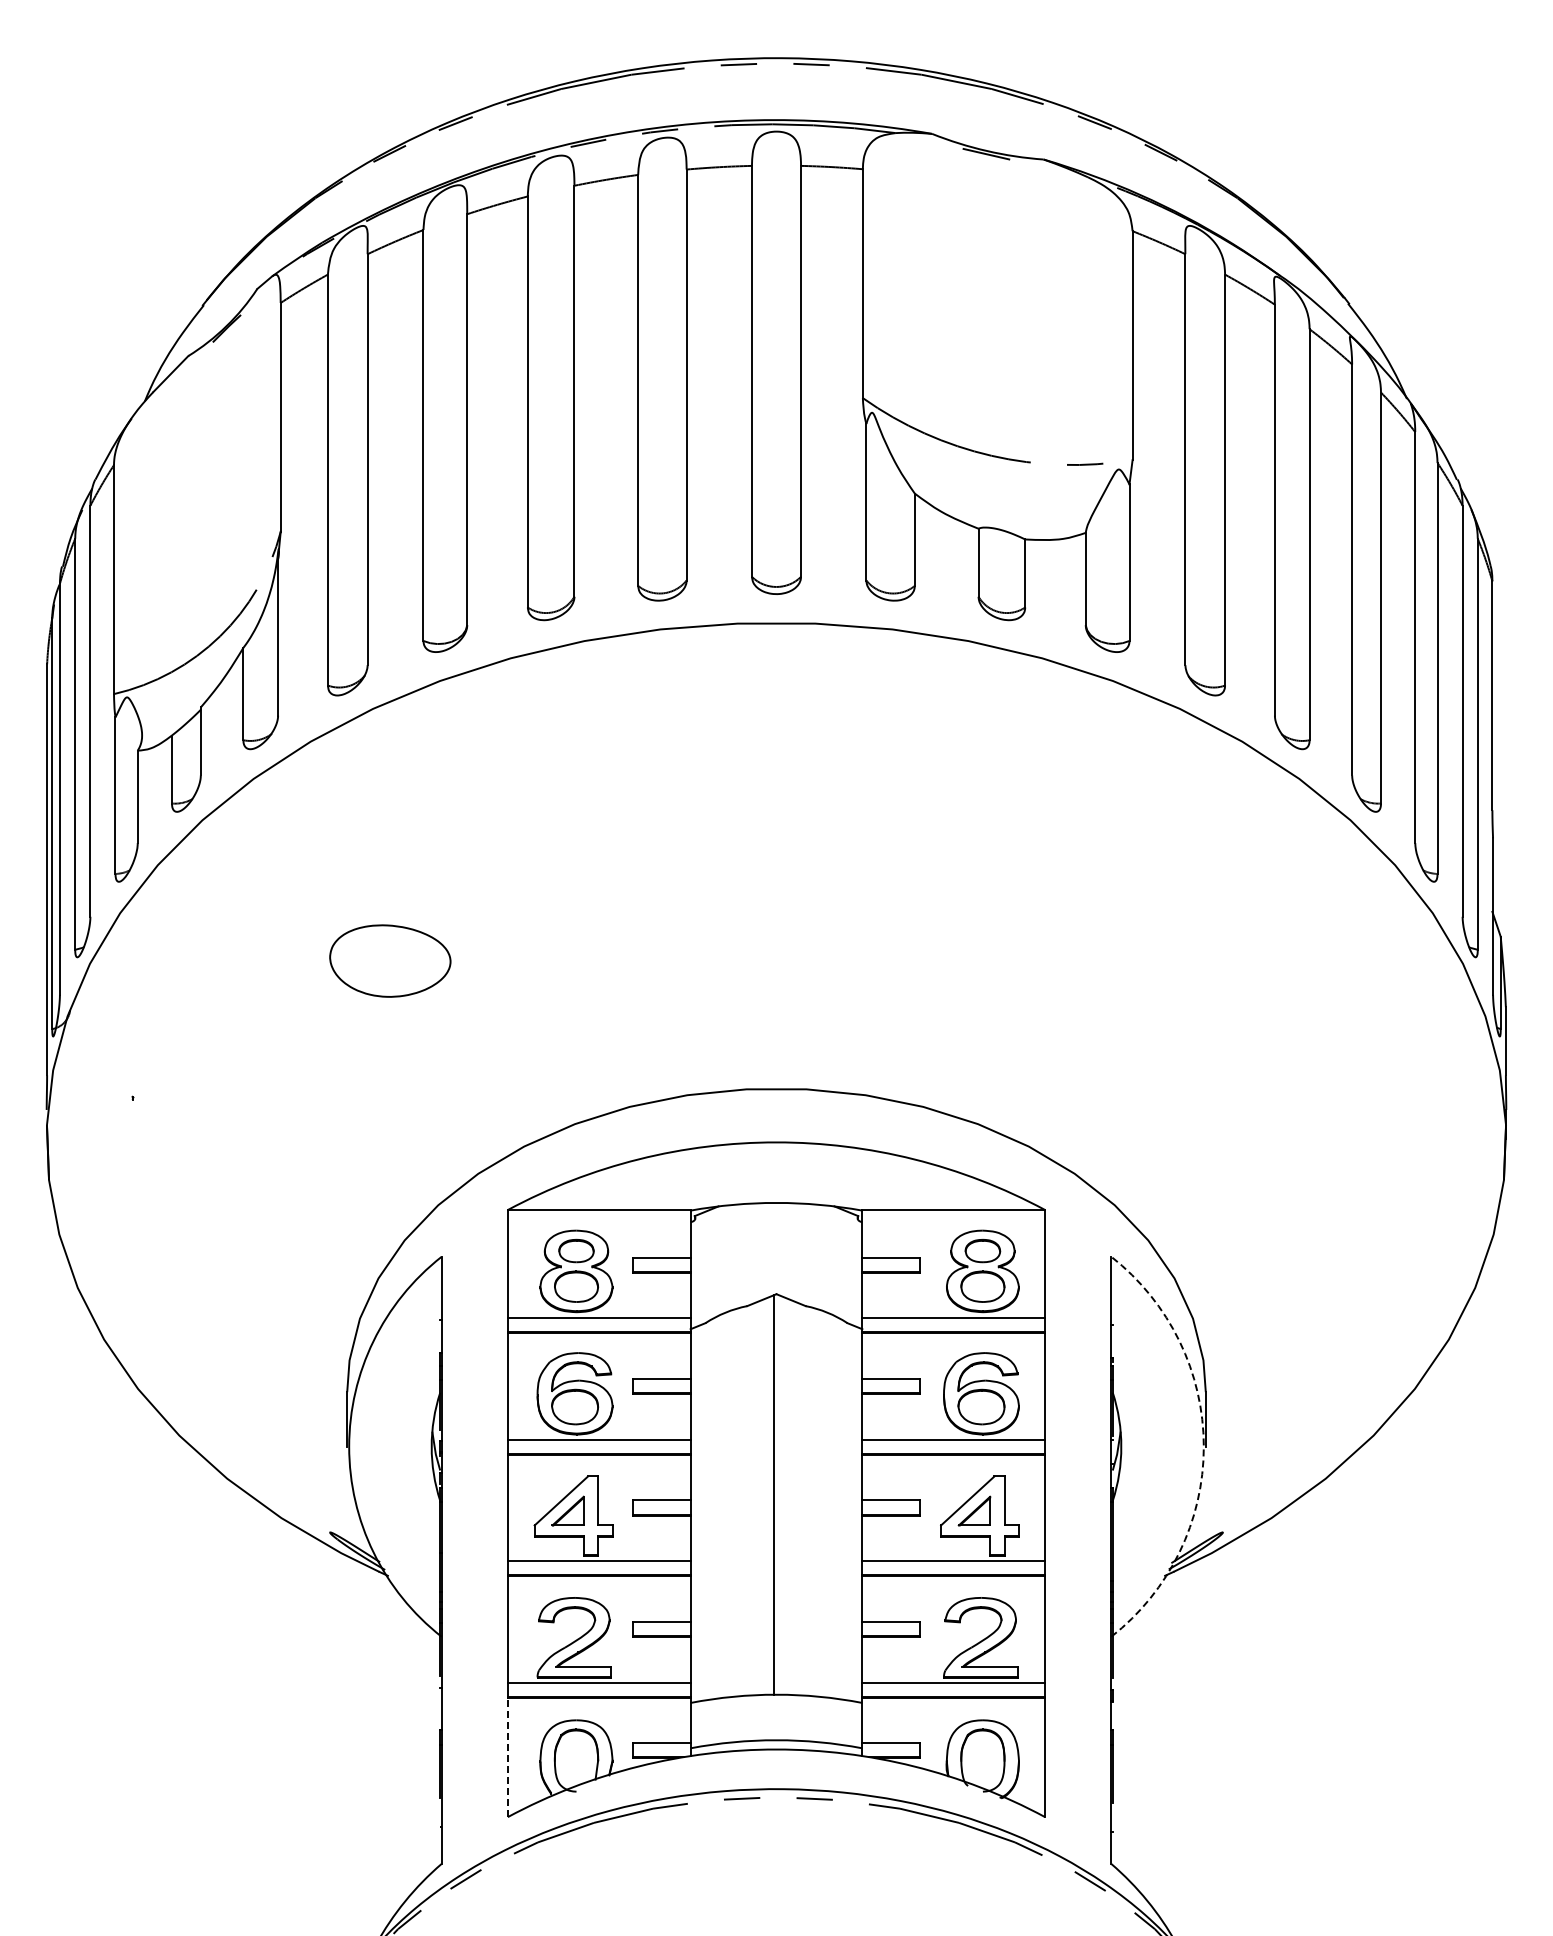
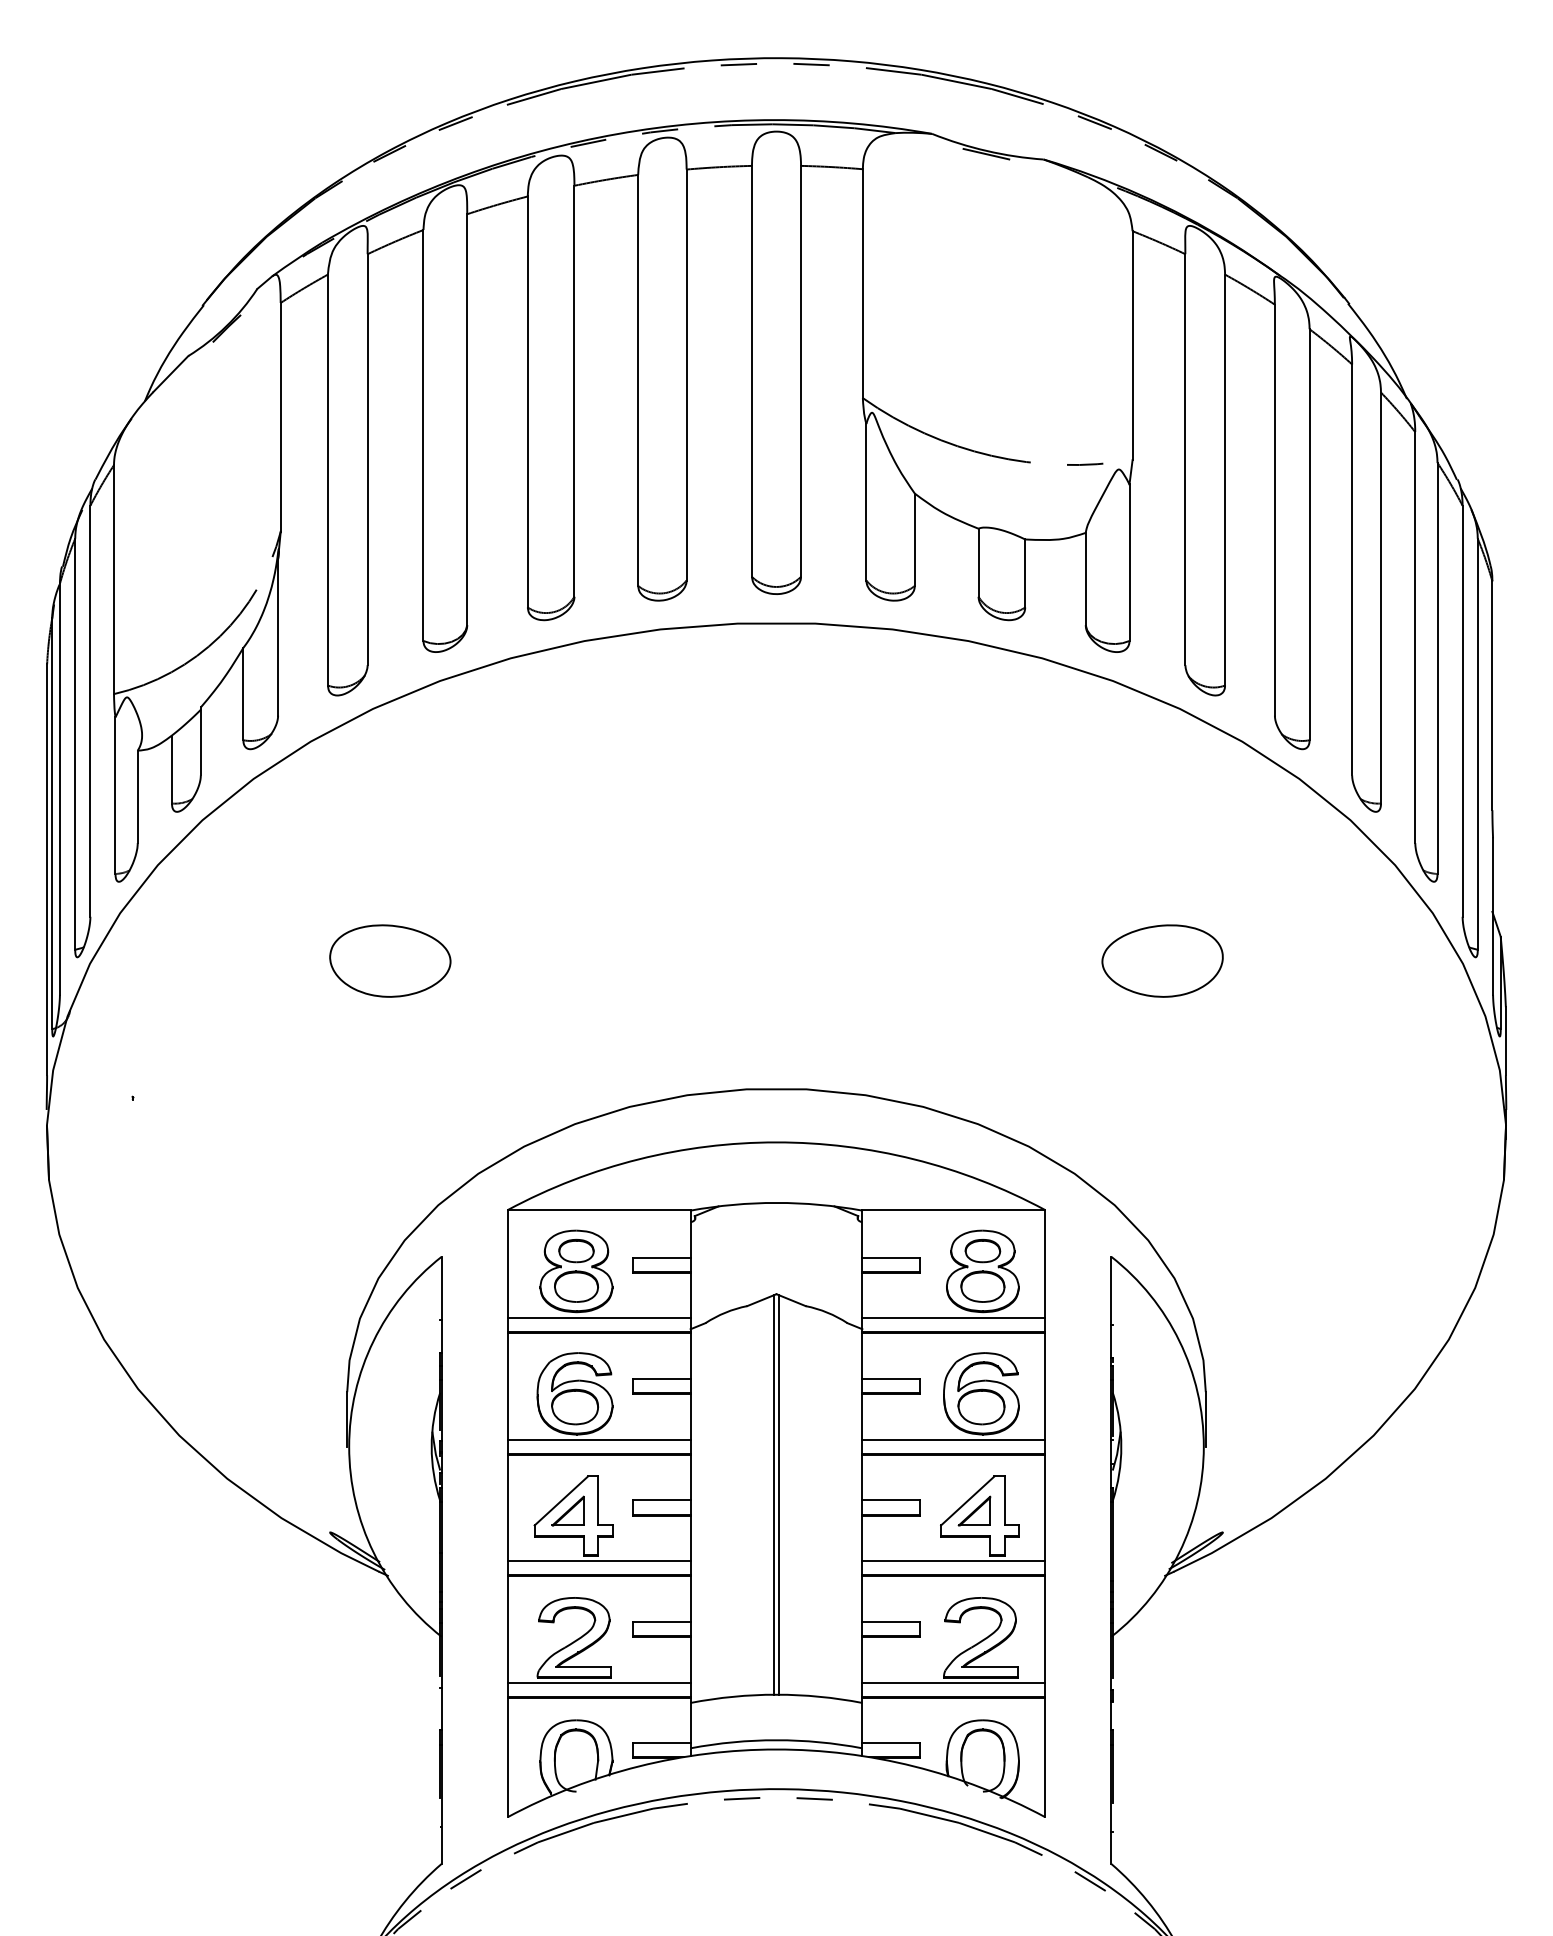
part at (1162, 960): none -> present
arc at (1203, 1446): dashed -> solid
line at (778, 1494): none -> present
line at (507, 1757): dashed -> solid
